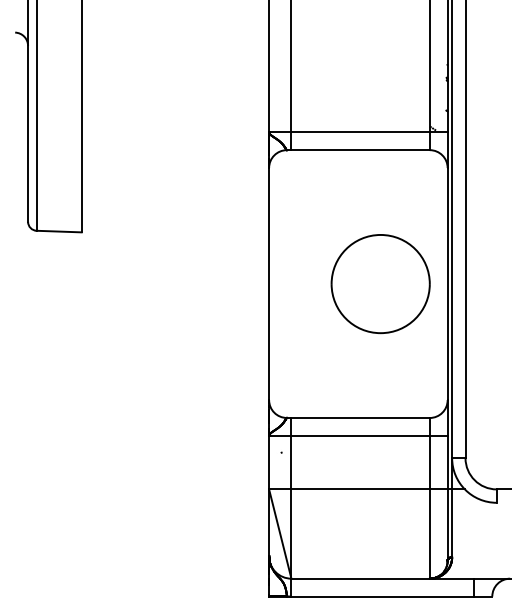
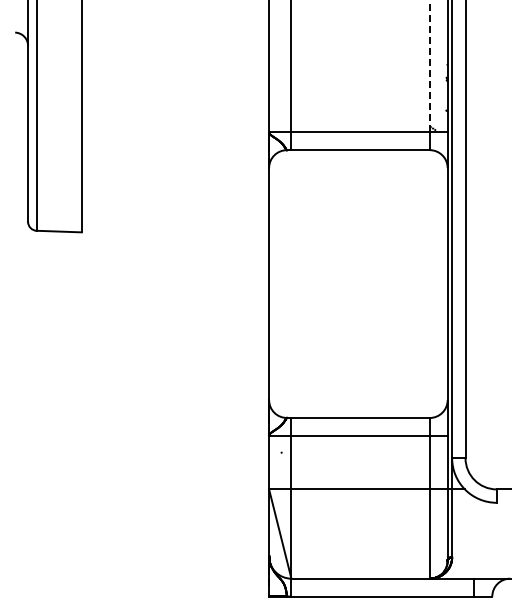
line at (429, 66): solid -> dashed
part at (380, 284): present -> none
